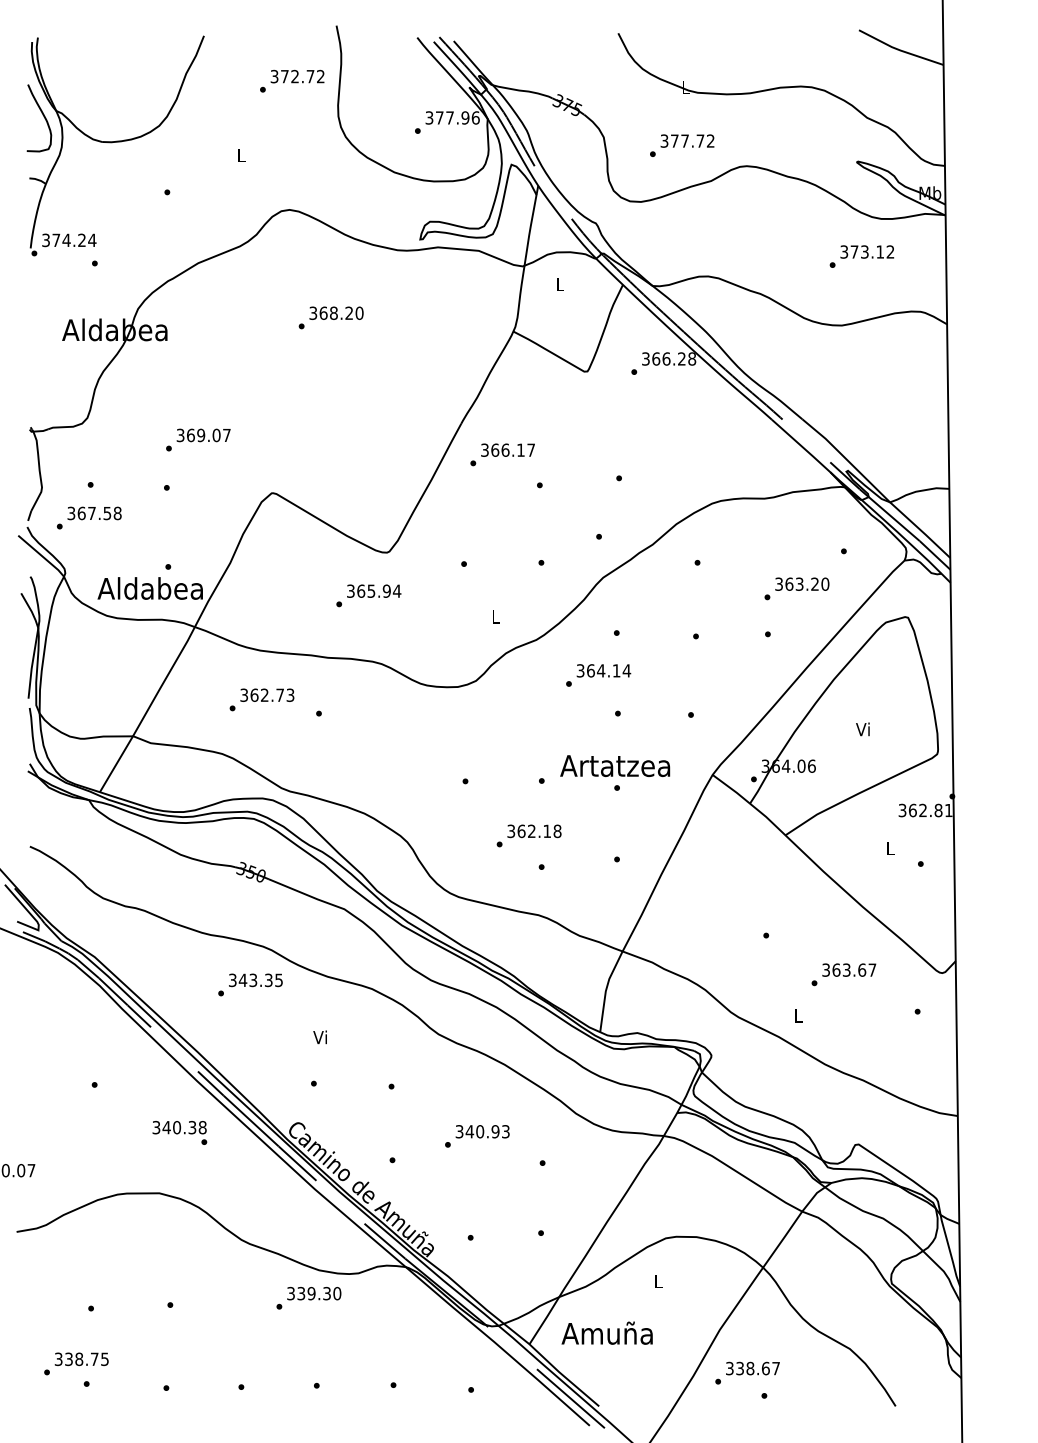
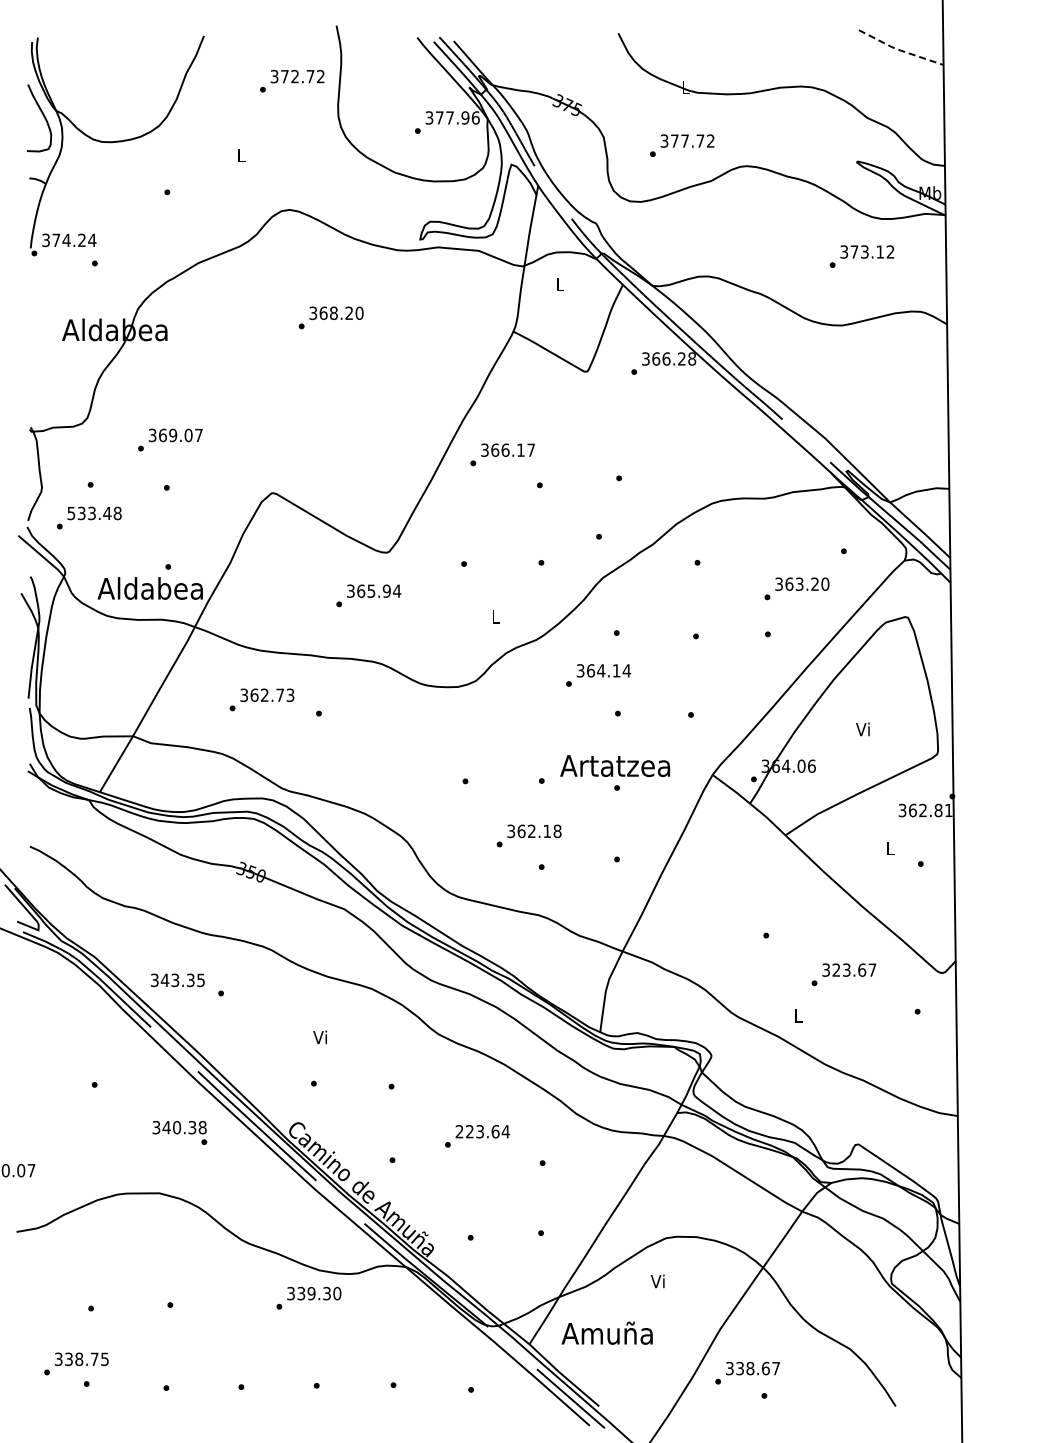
line at (899, 50): solid -> dashed
text at (198, 439) position: (198, 439) -> (170, 439)
text at (89, 513): 367.58 -> 533.48
text at (836, 969): 363.67 -> 323.67
text at (255, 980) position: (255, 980) -> (177, 980)
text at (482, 1131): 340.93 -> 223.64
text at (657, 1281): L -> Vi
